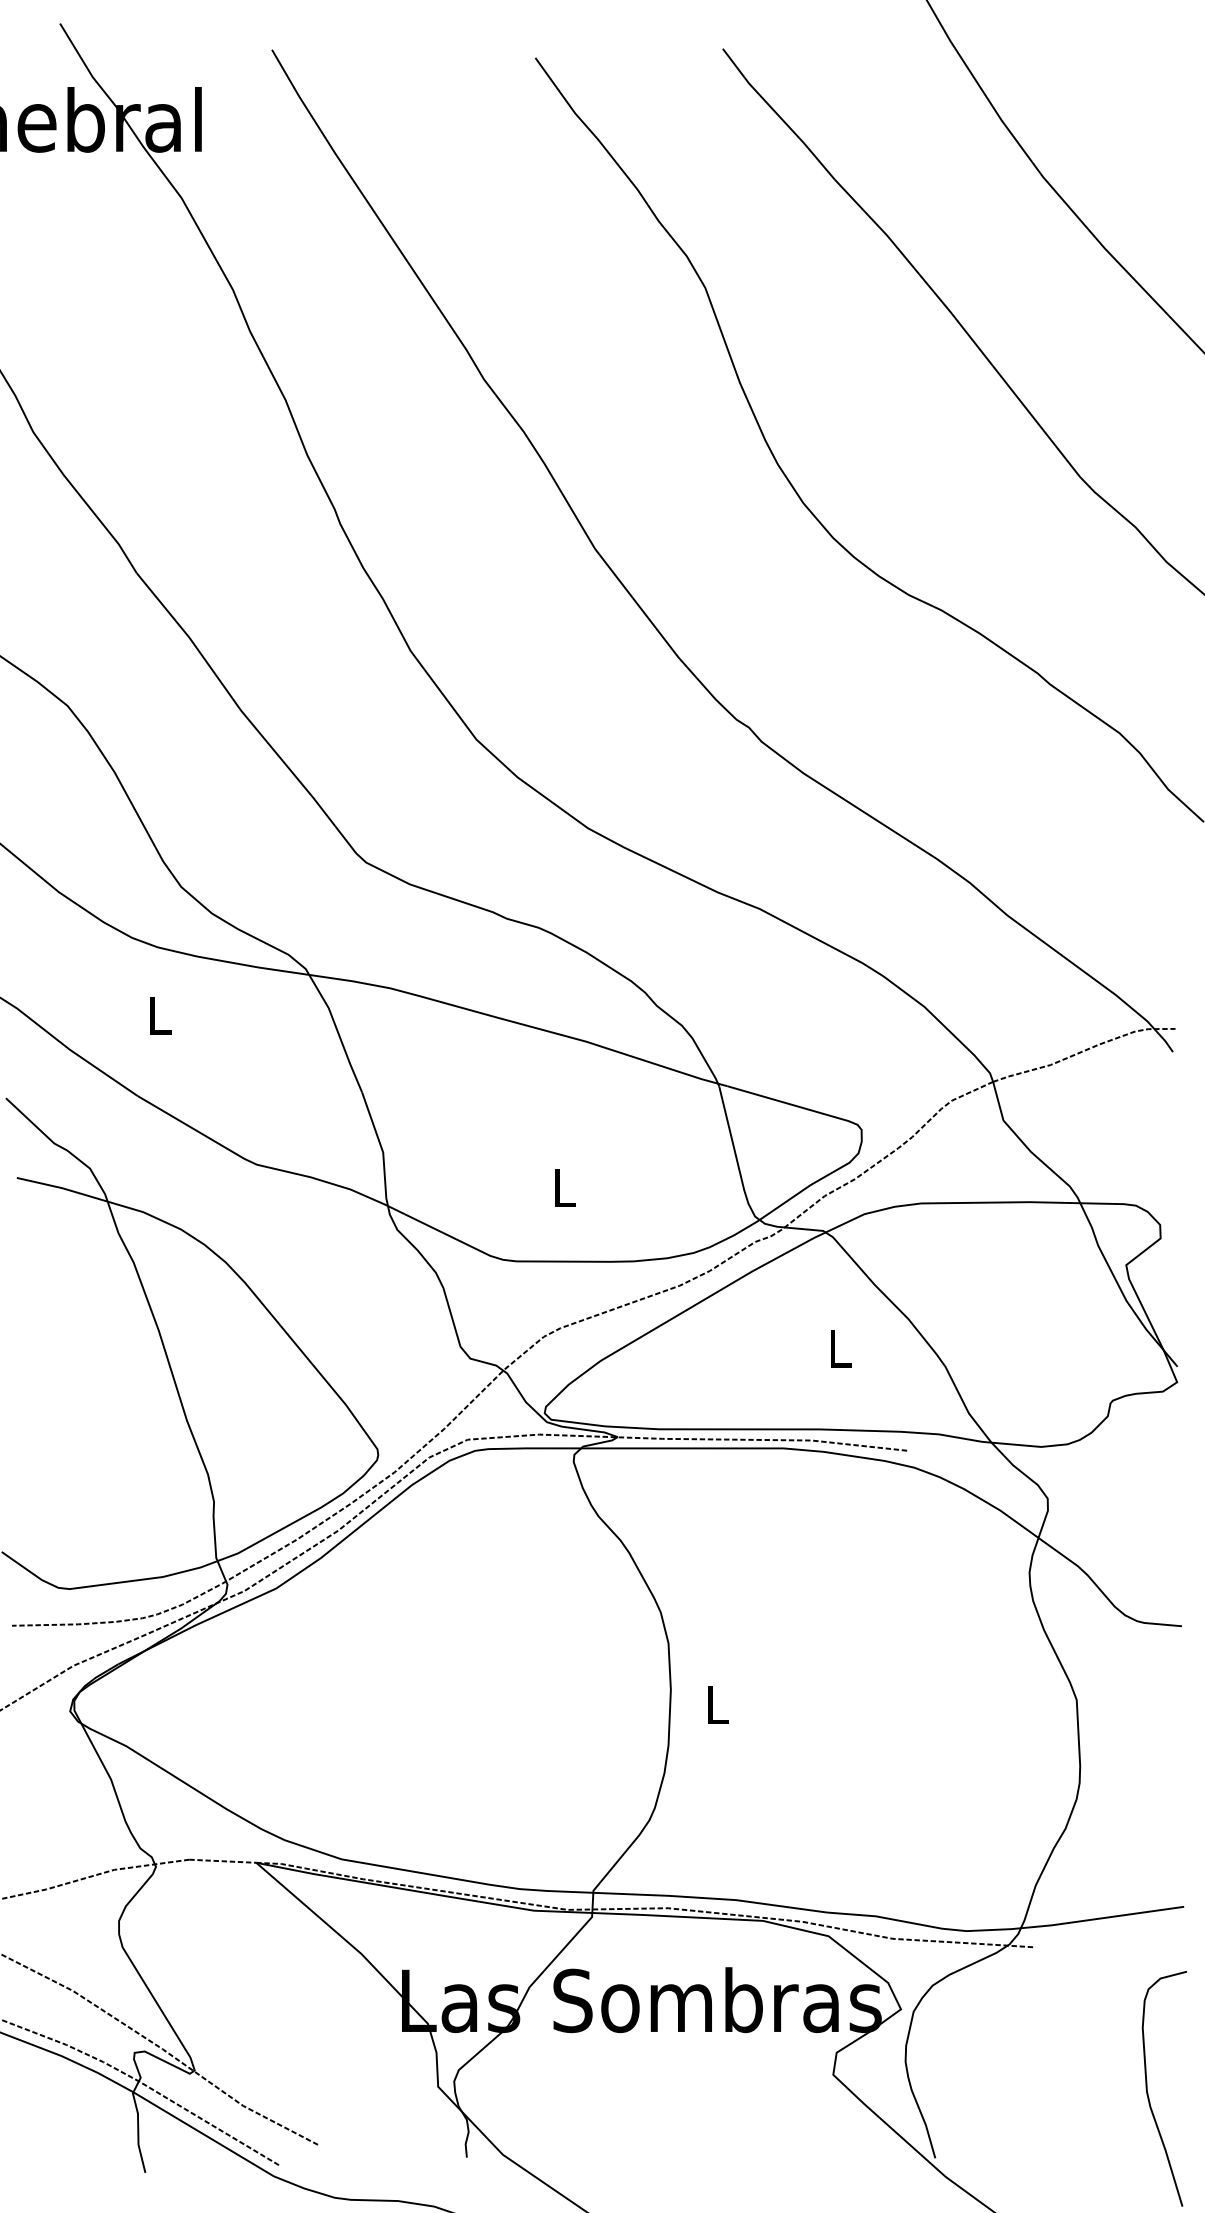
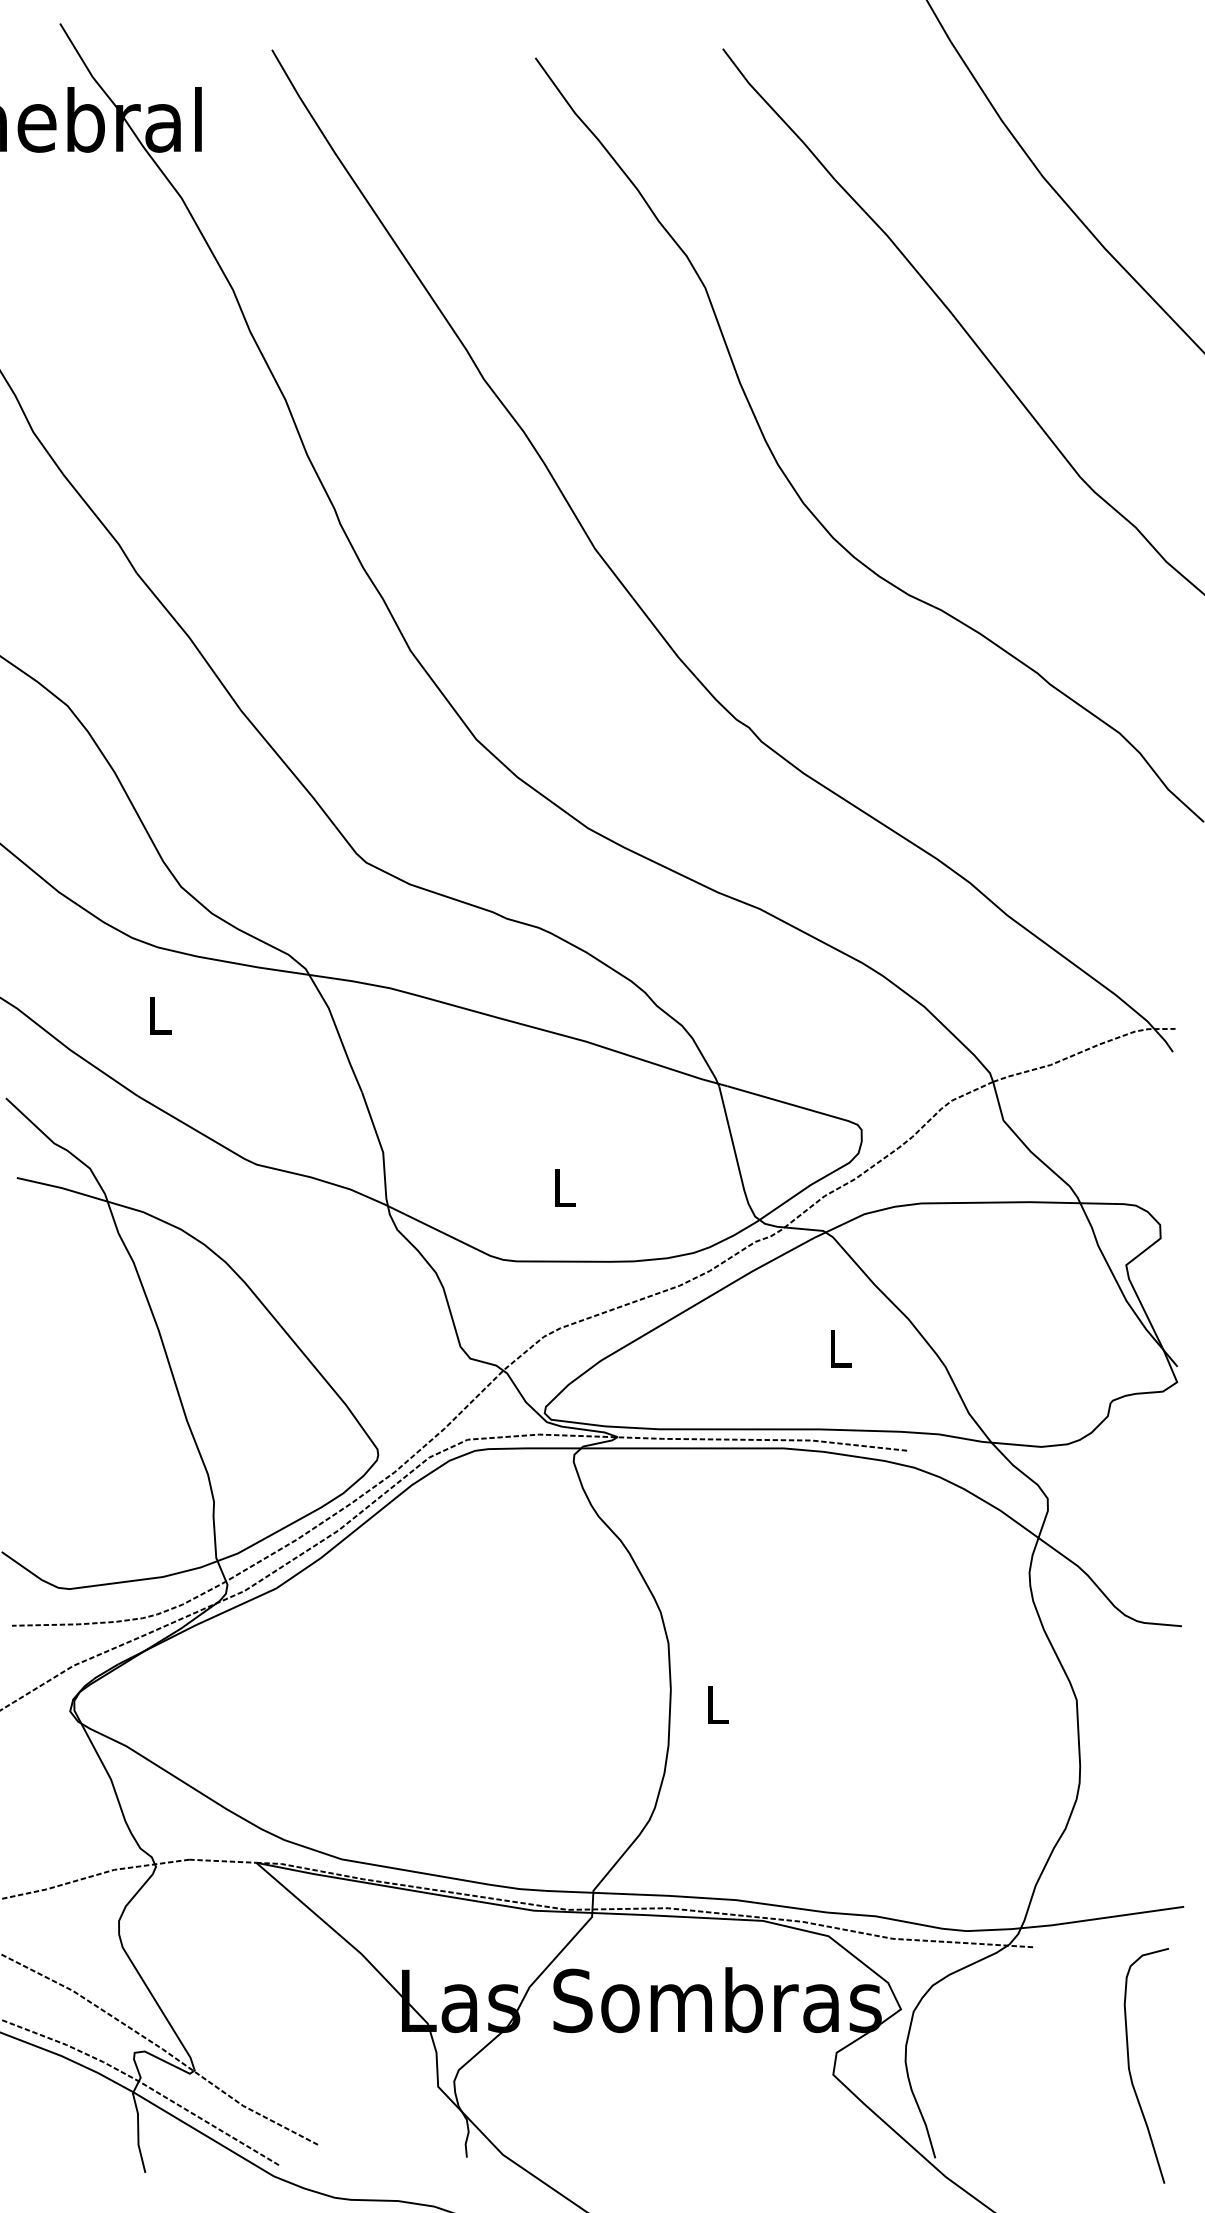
curve at (1148, 2093) position: (1148, 2093) -> (1130, 2070)
